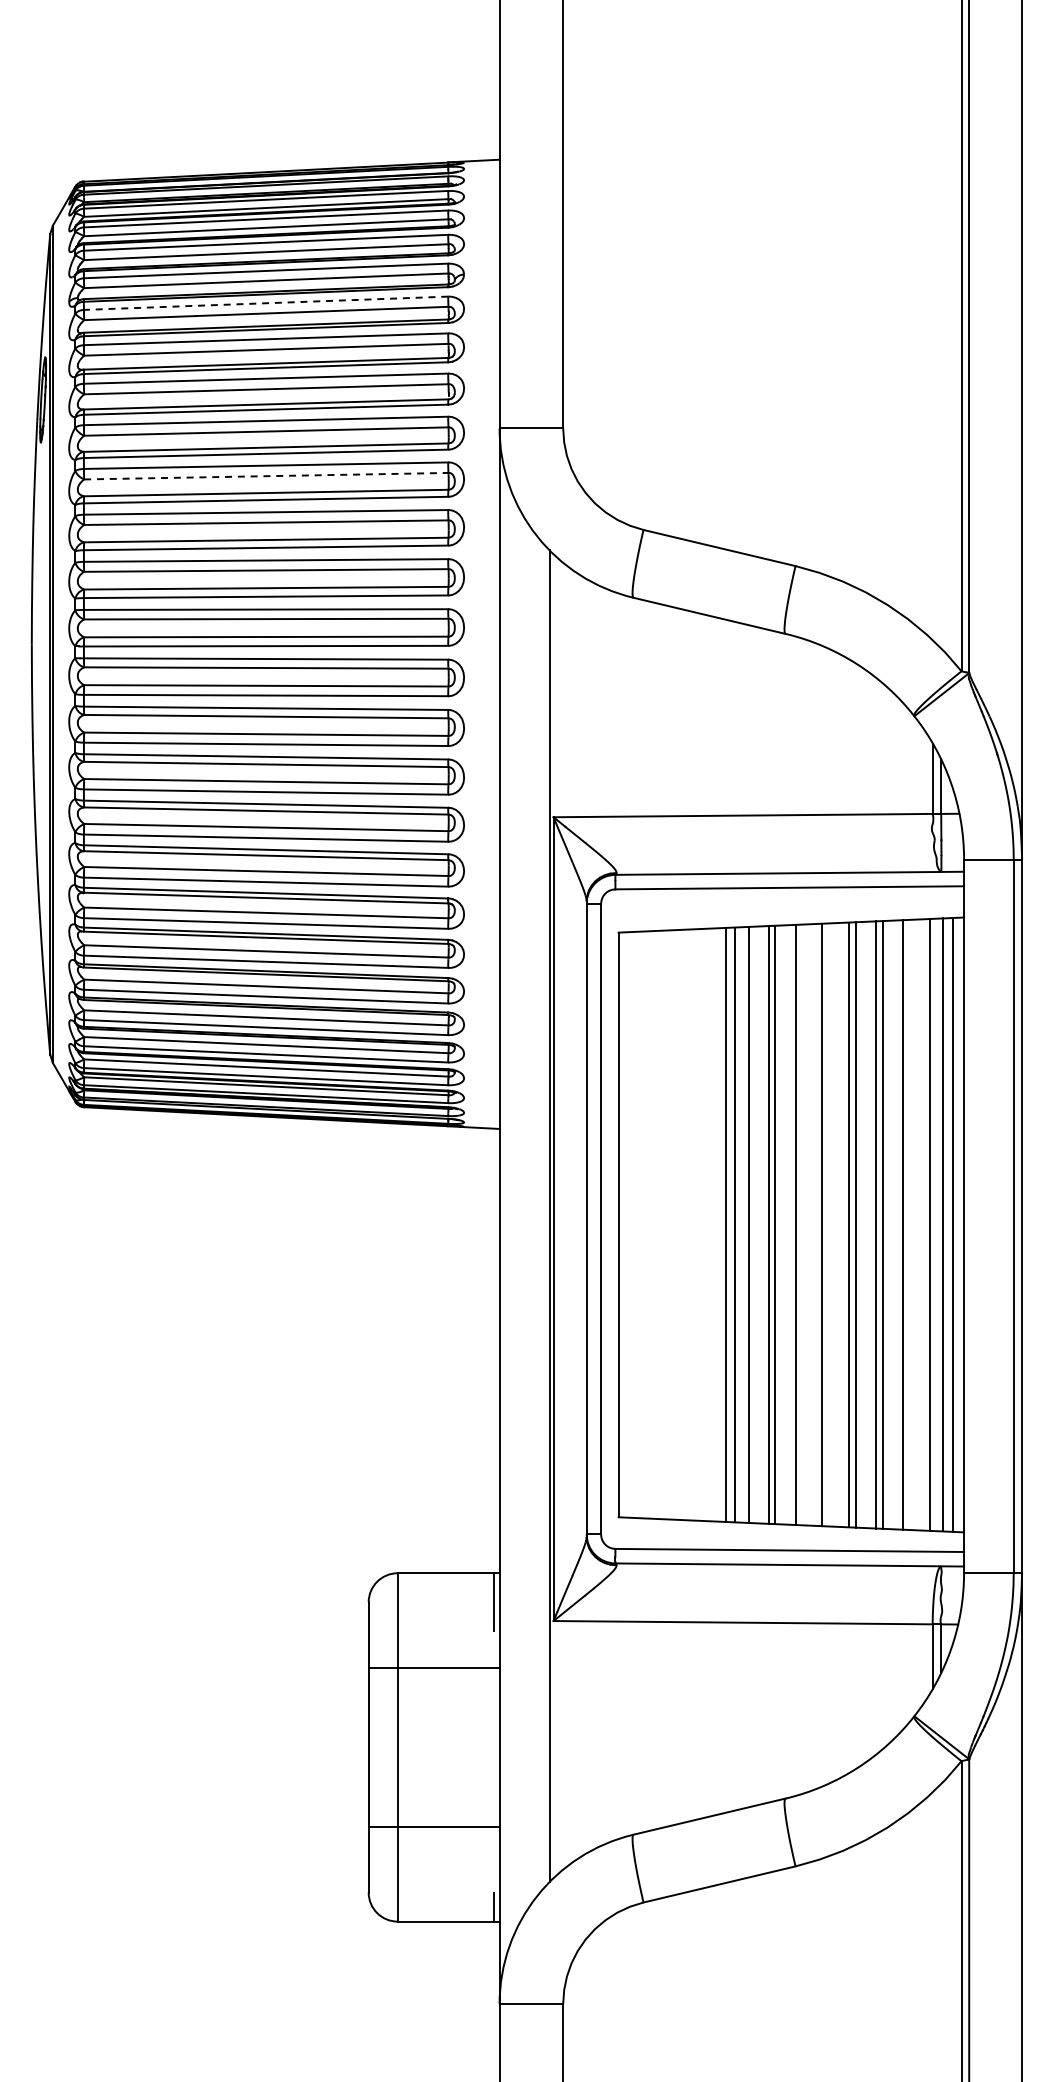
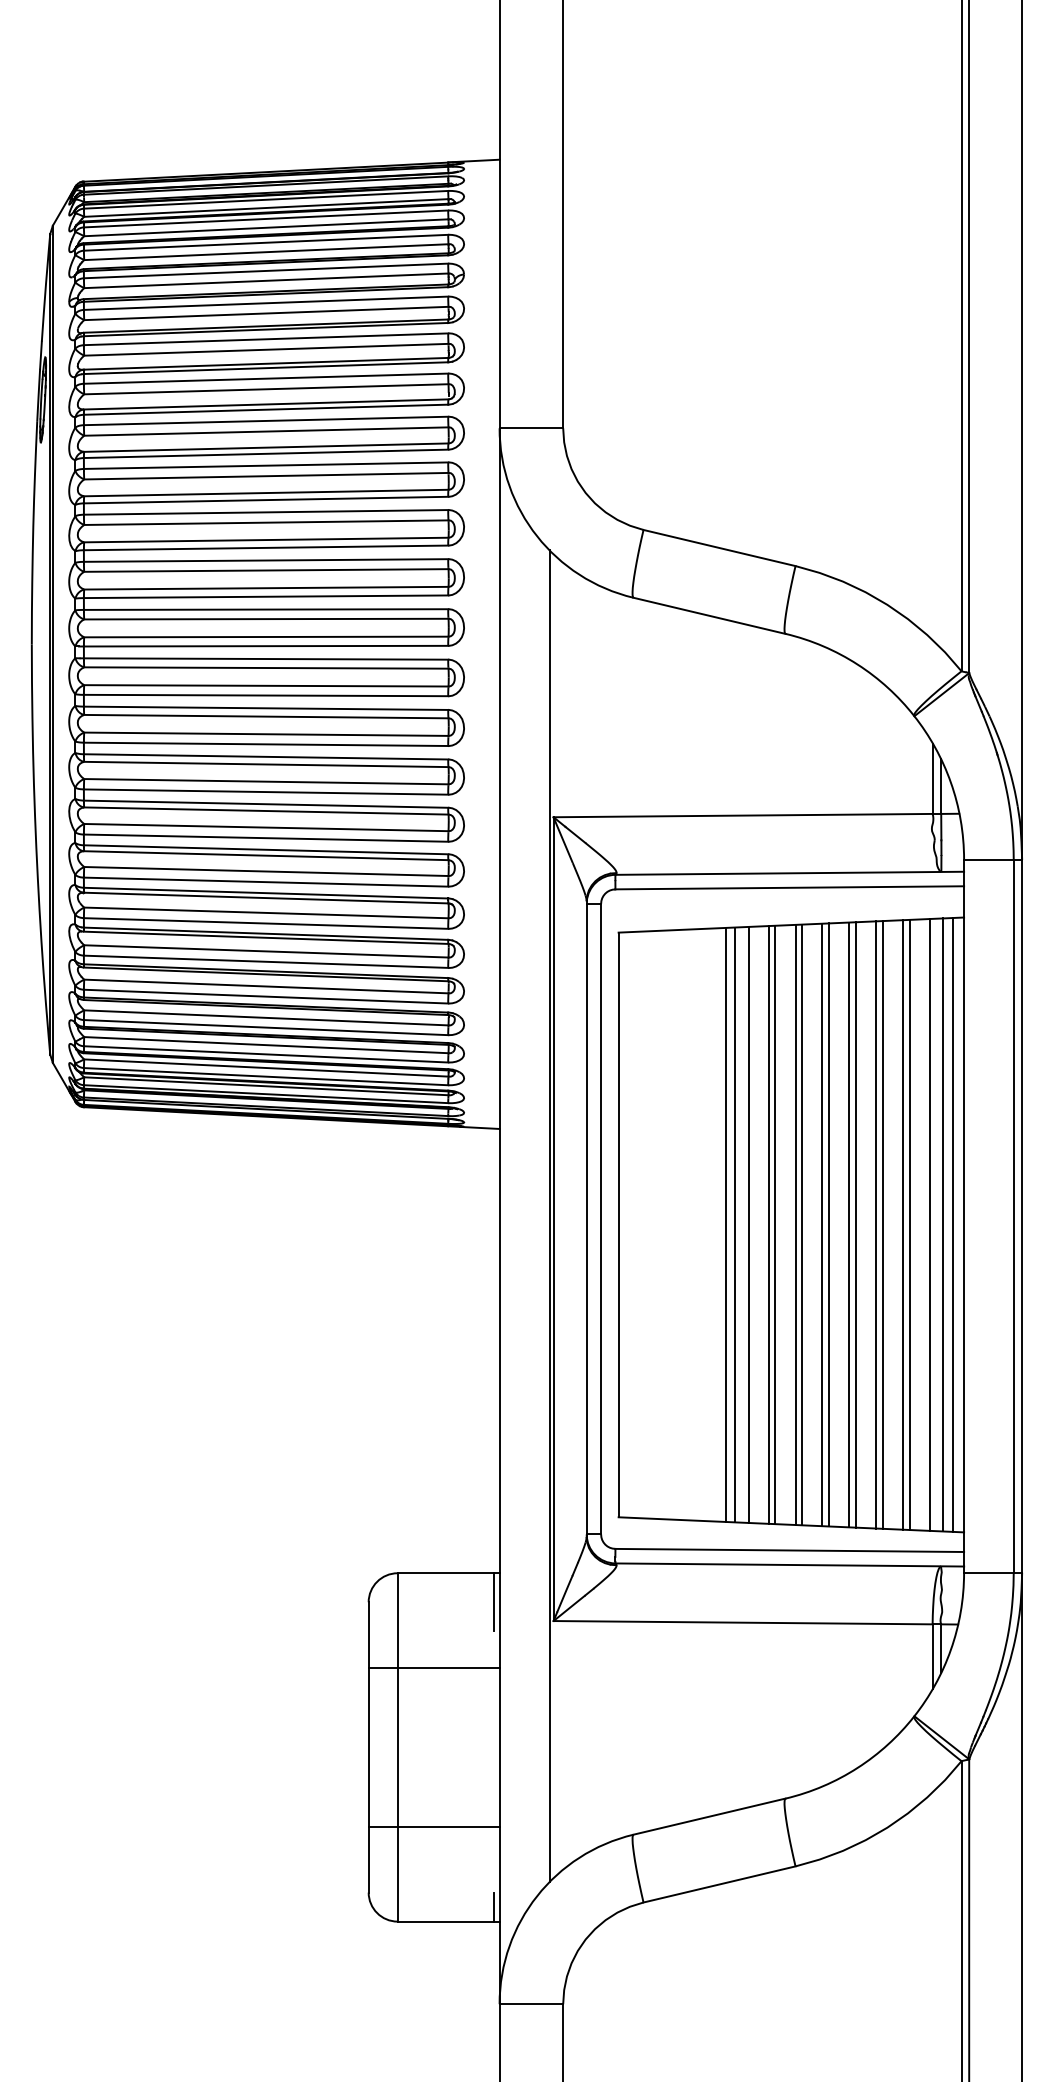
line at (265, 303): dashed -> solid
line at (266, 476): dashed -> solid
line at (802, 1224): none -> present
line at (829, 1224): none -> present
line at (909, 1224): none -> present
